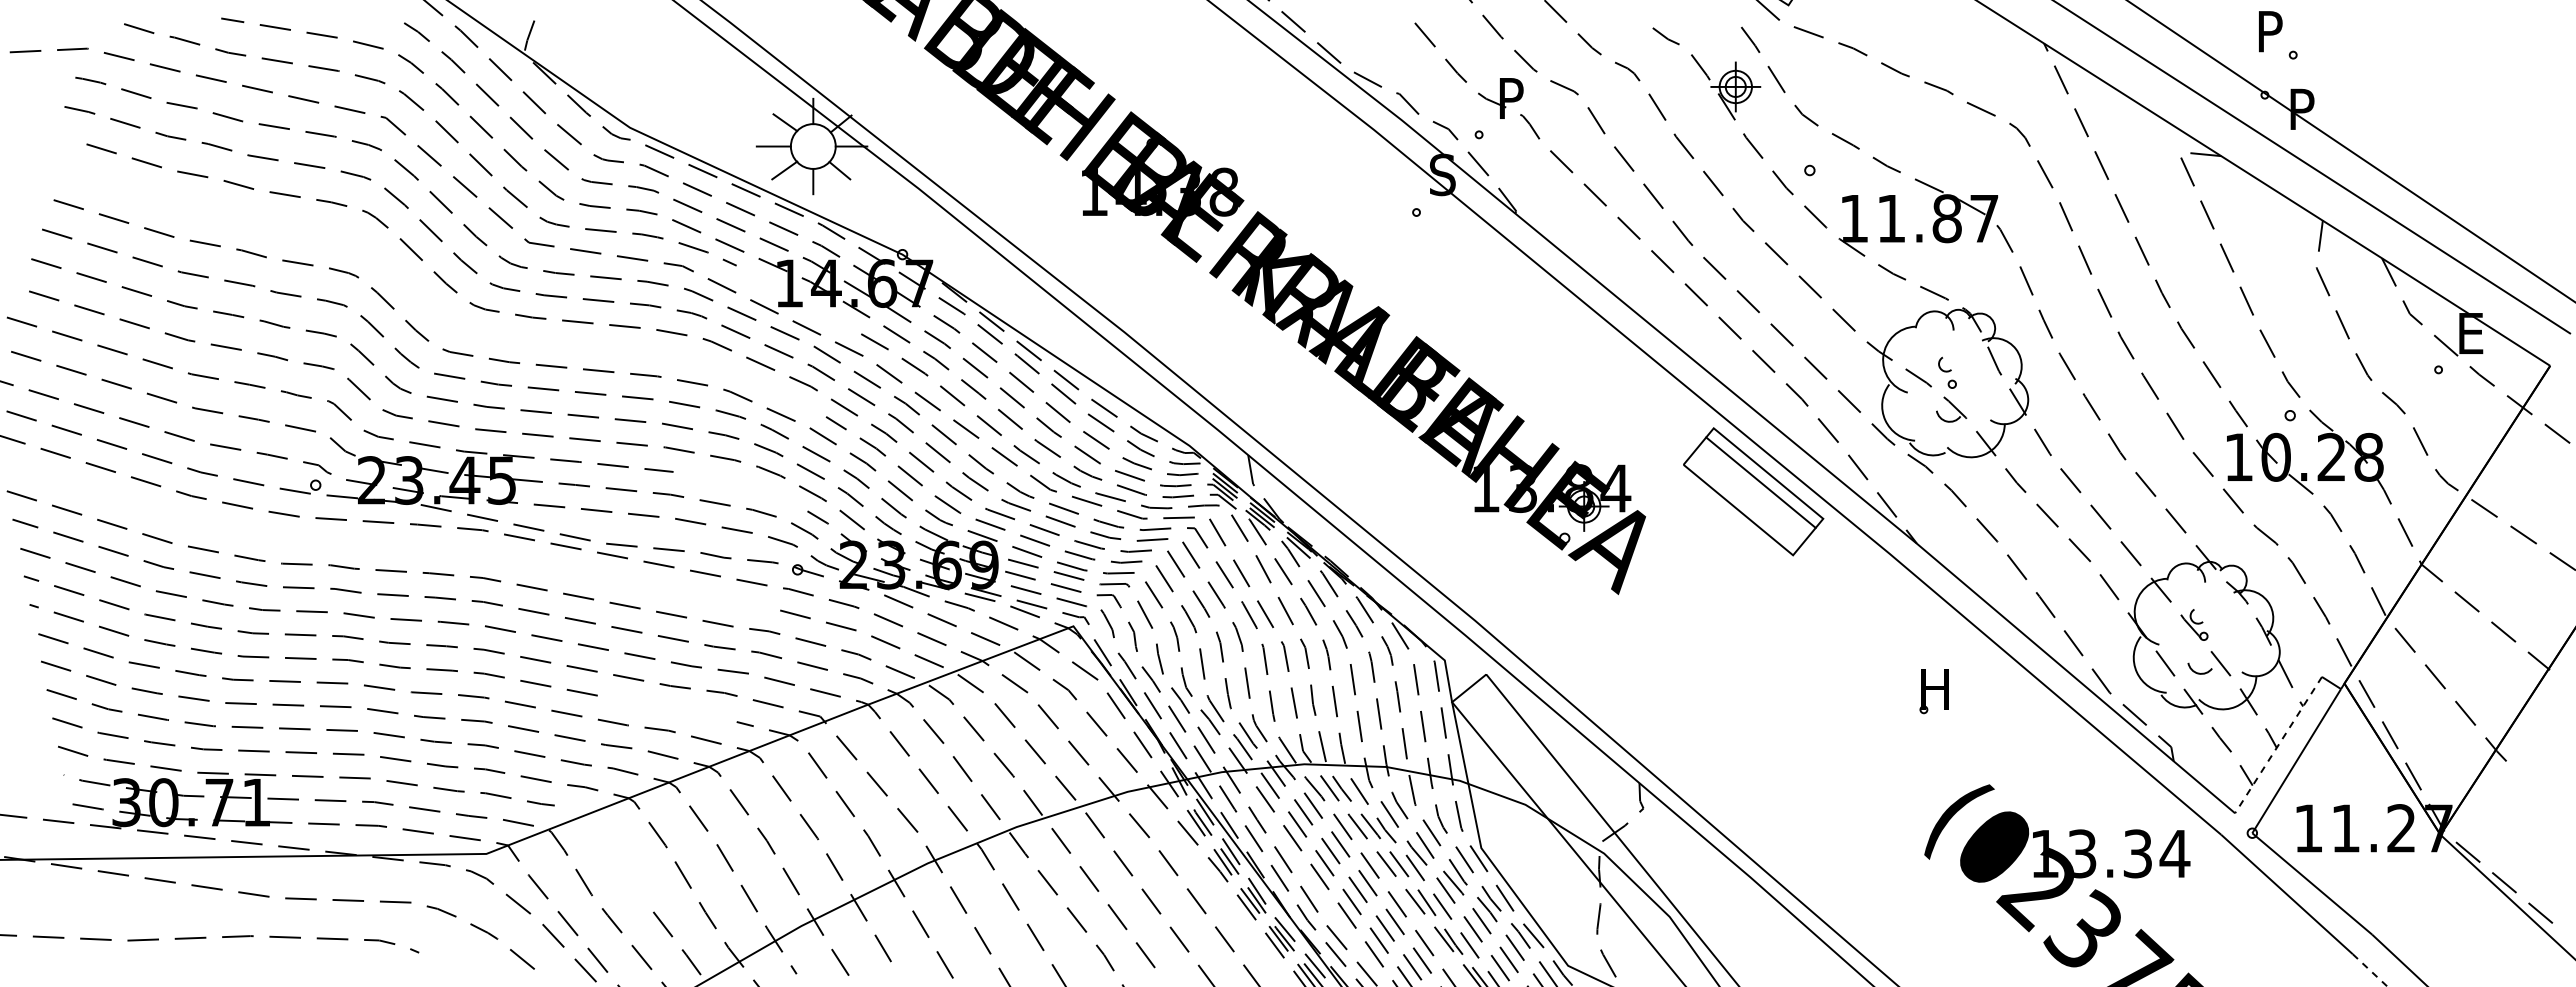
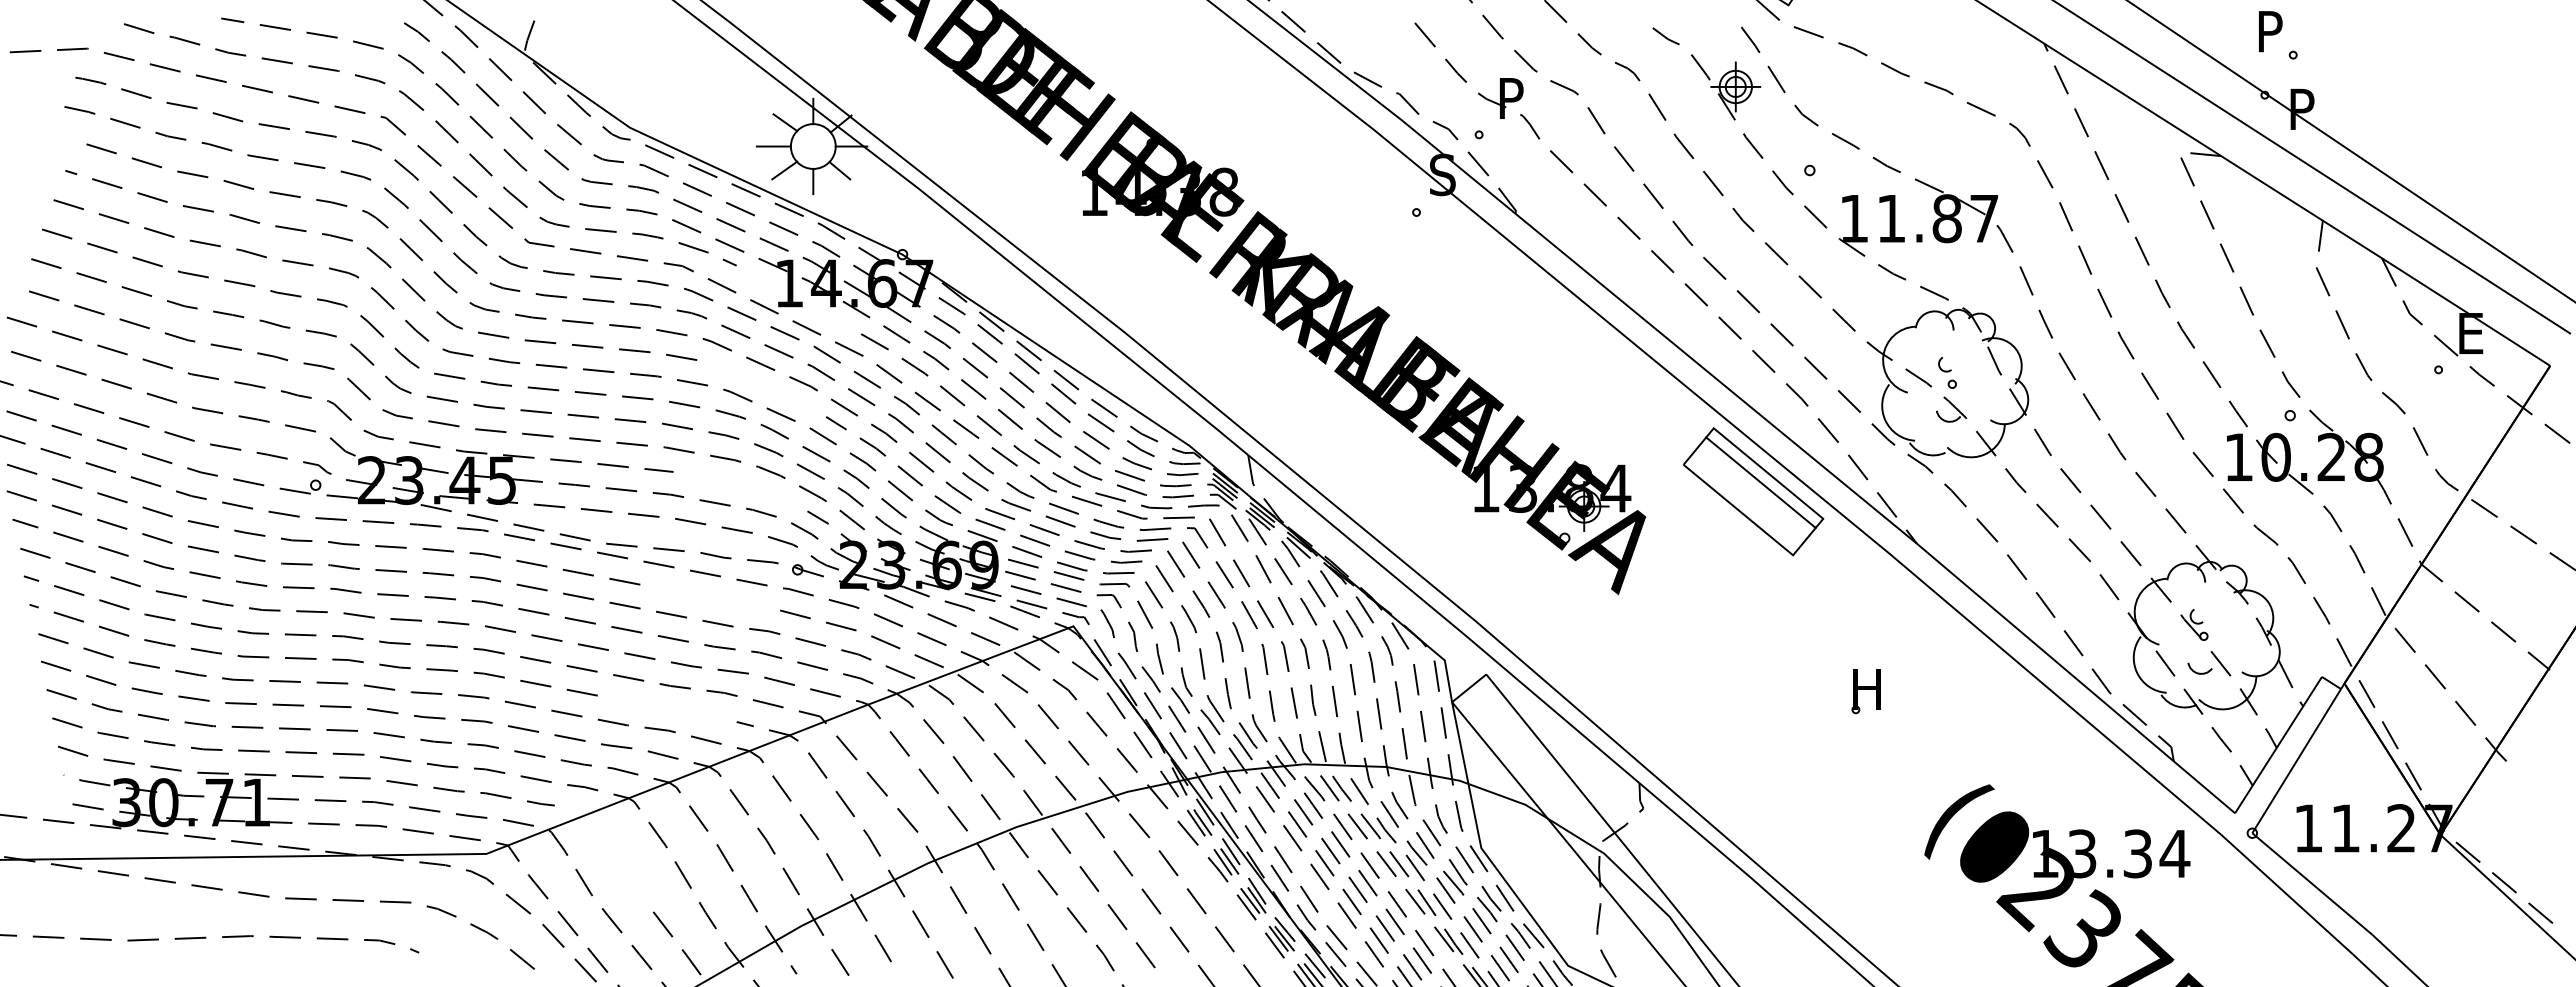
curve at (383, 262): none -> present
curve at (328, 541): none -> present
part at (1933, 691) position: (1933, 691) -> (1865, 691)
line at (2278, 745): dashed -> solid
line at (2370, 970): dashed -> solid
